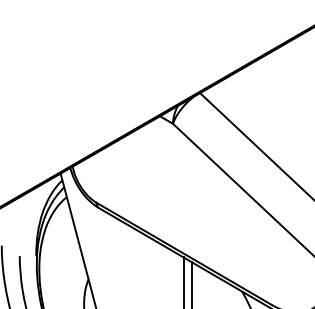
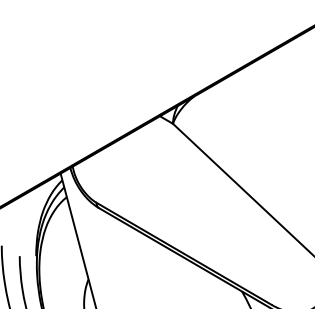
line at (255, 145): present -> none
line at (183, 281): present -> none
line at (191, 283): present -> none
